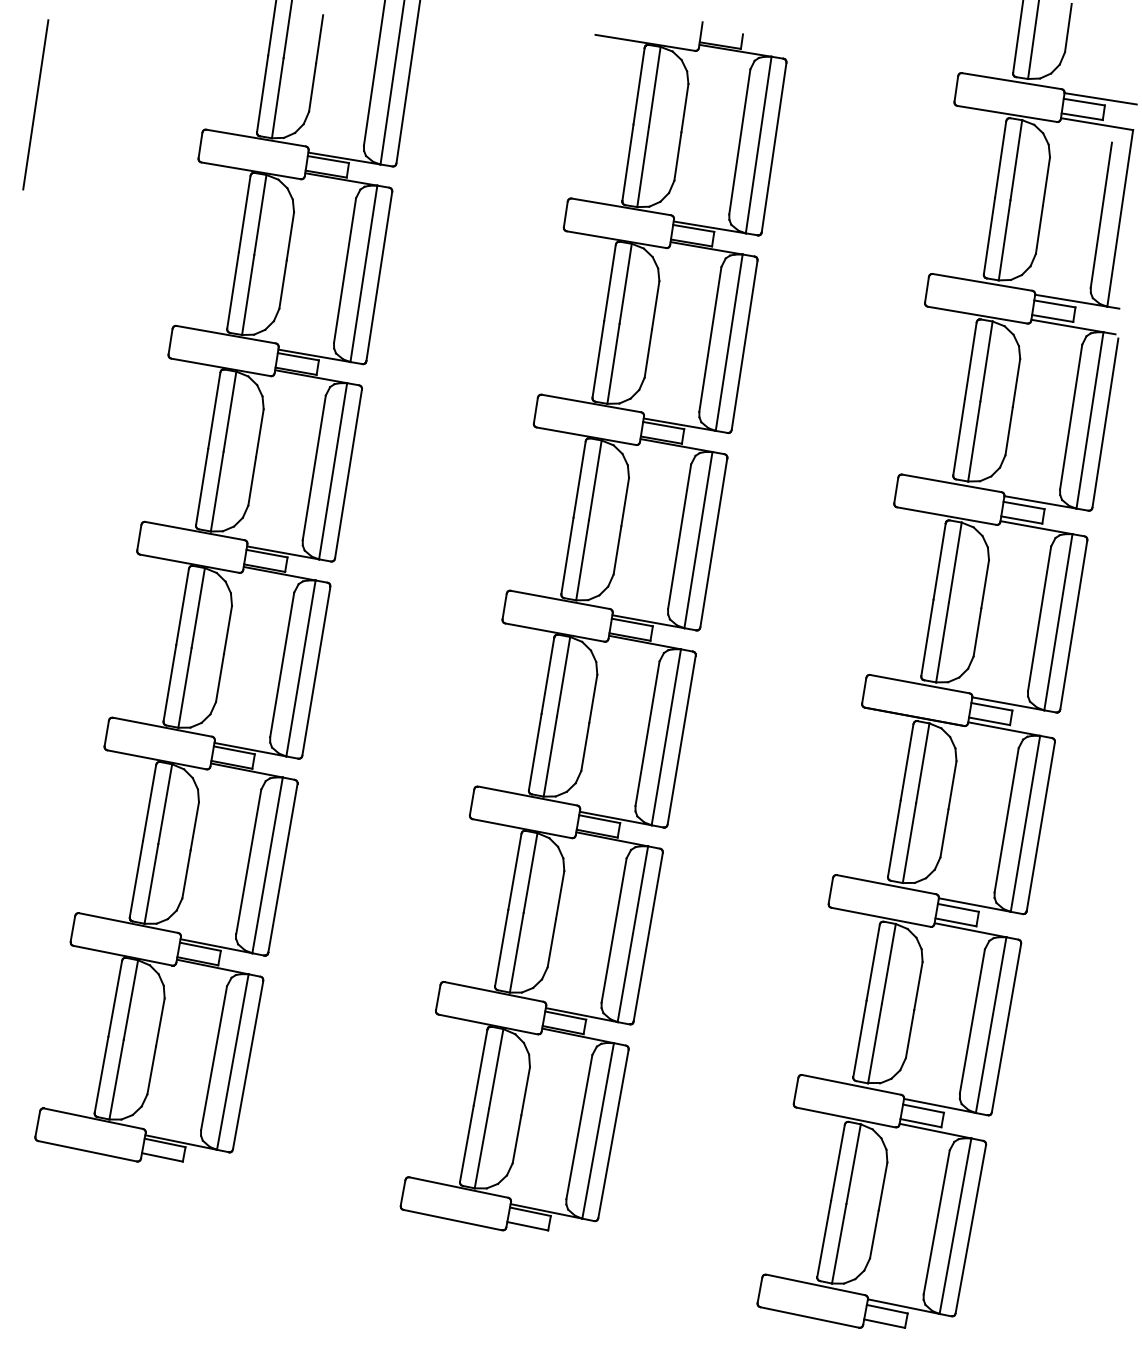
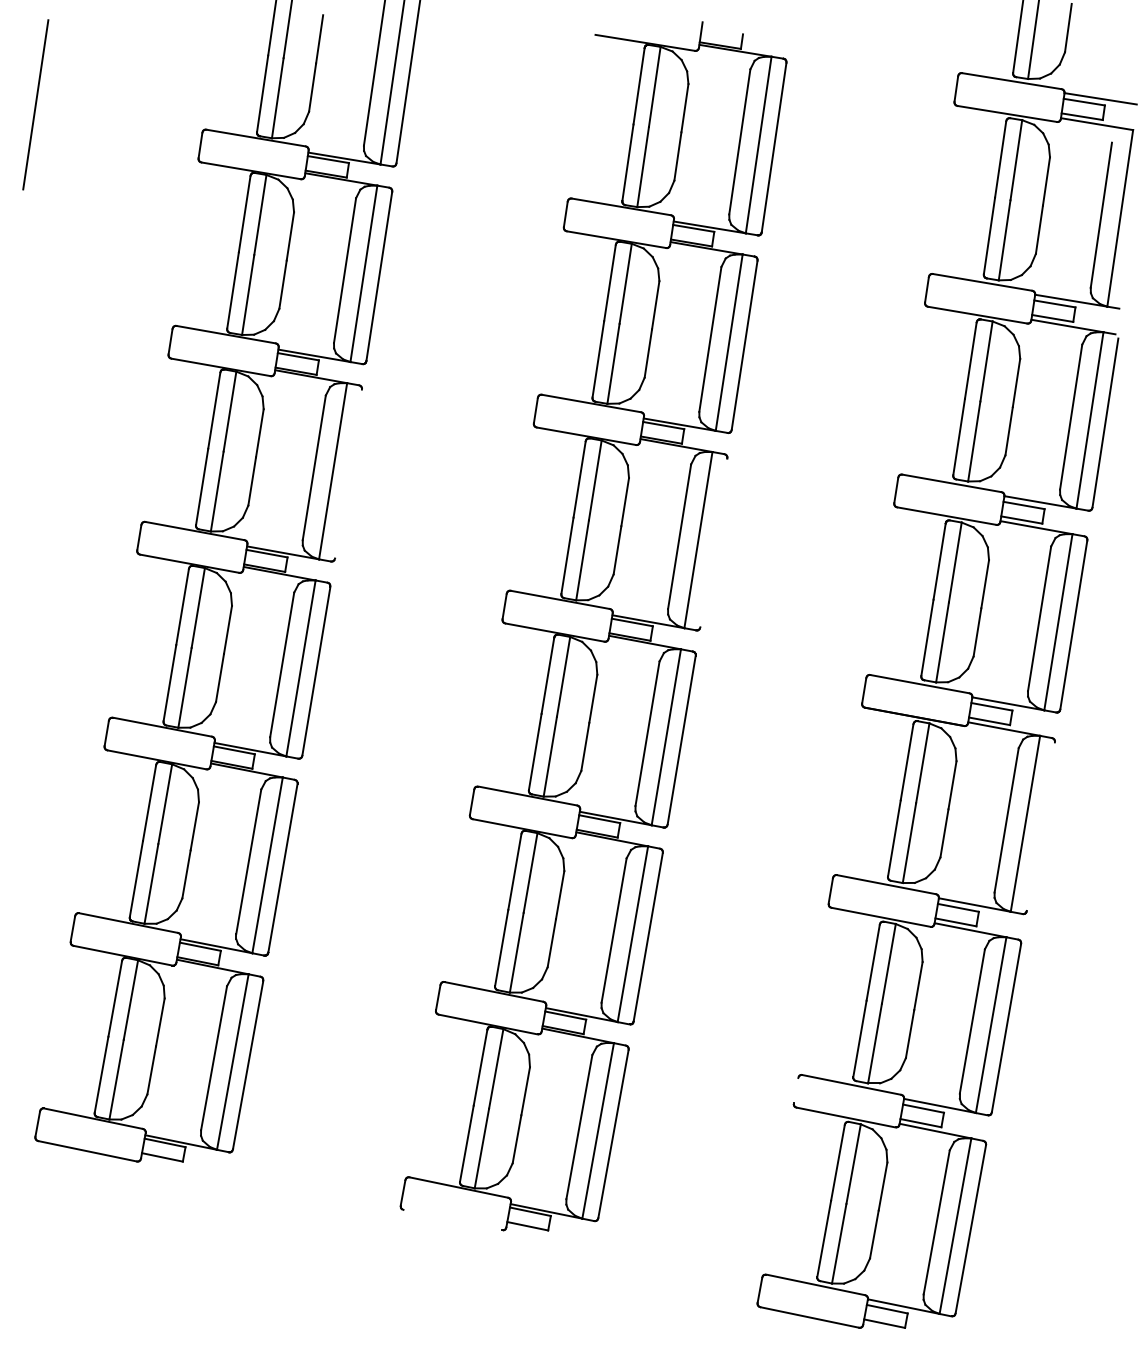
line at (348, 473): present -> none
line at (713, 542): present -> none
line at (1040, 826): present -> none
line at (795, 1090): present -> none
line at (452, 1219): present -> none
